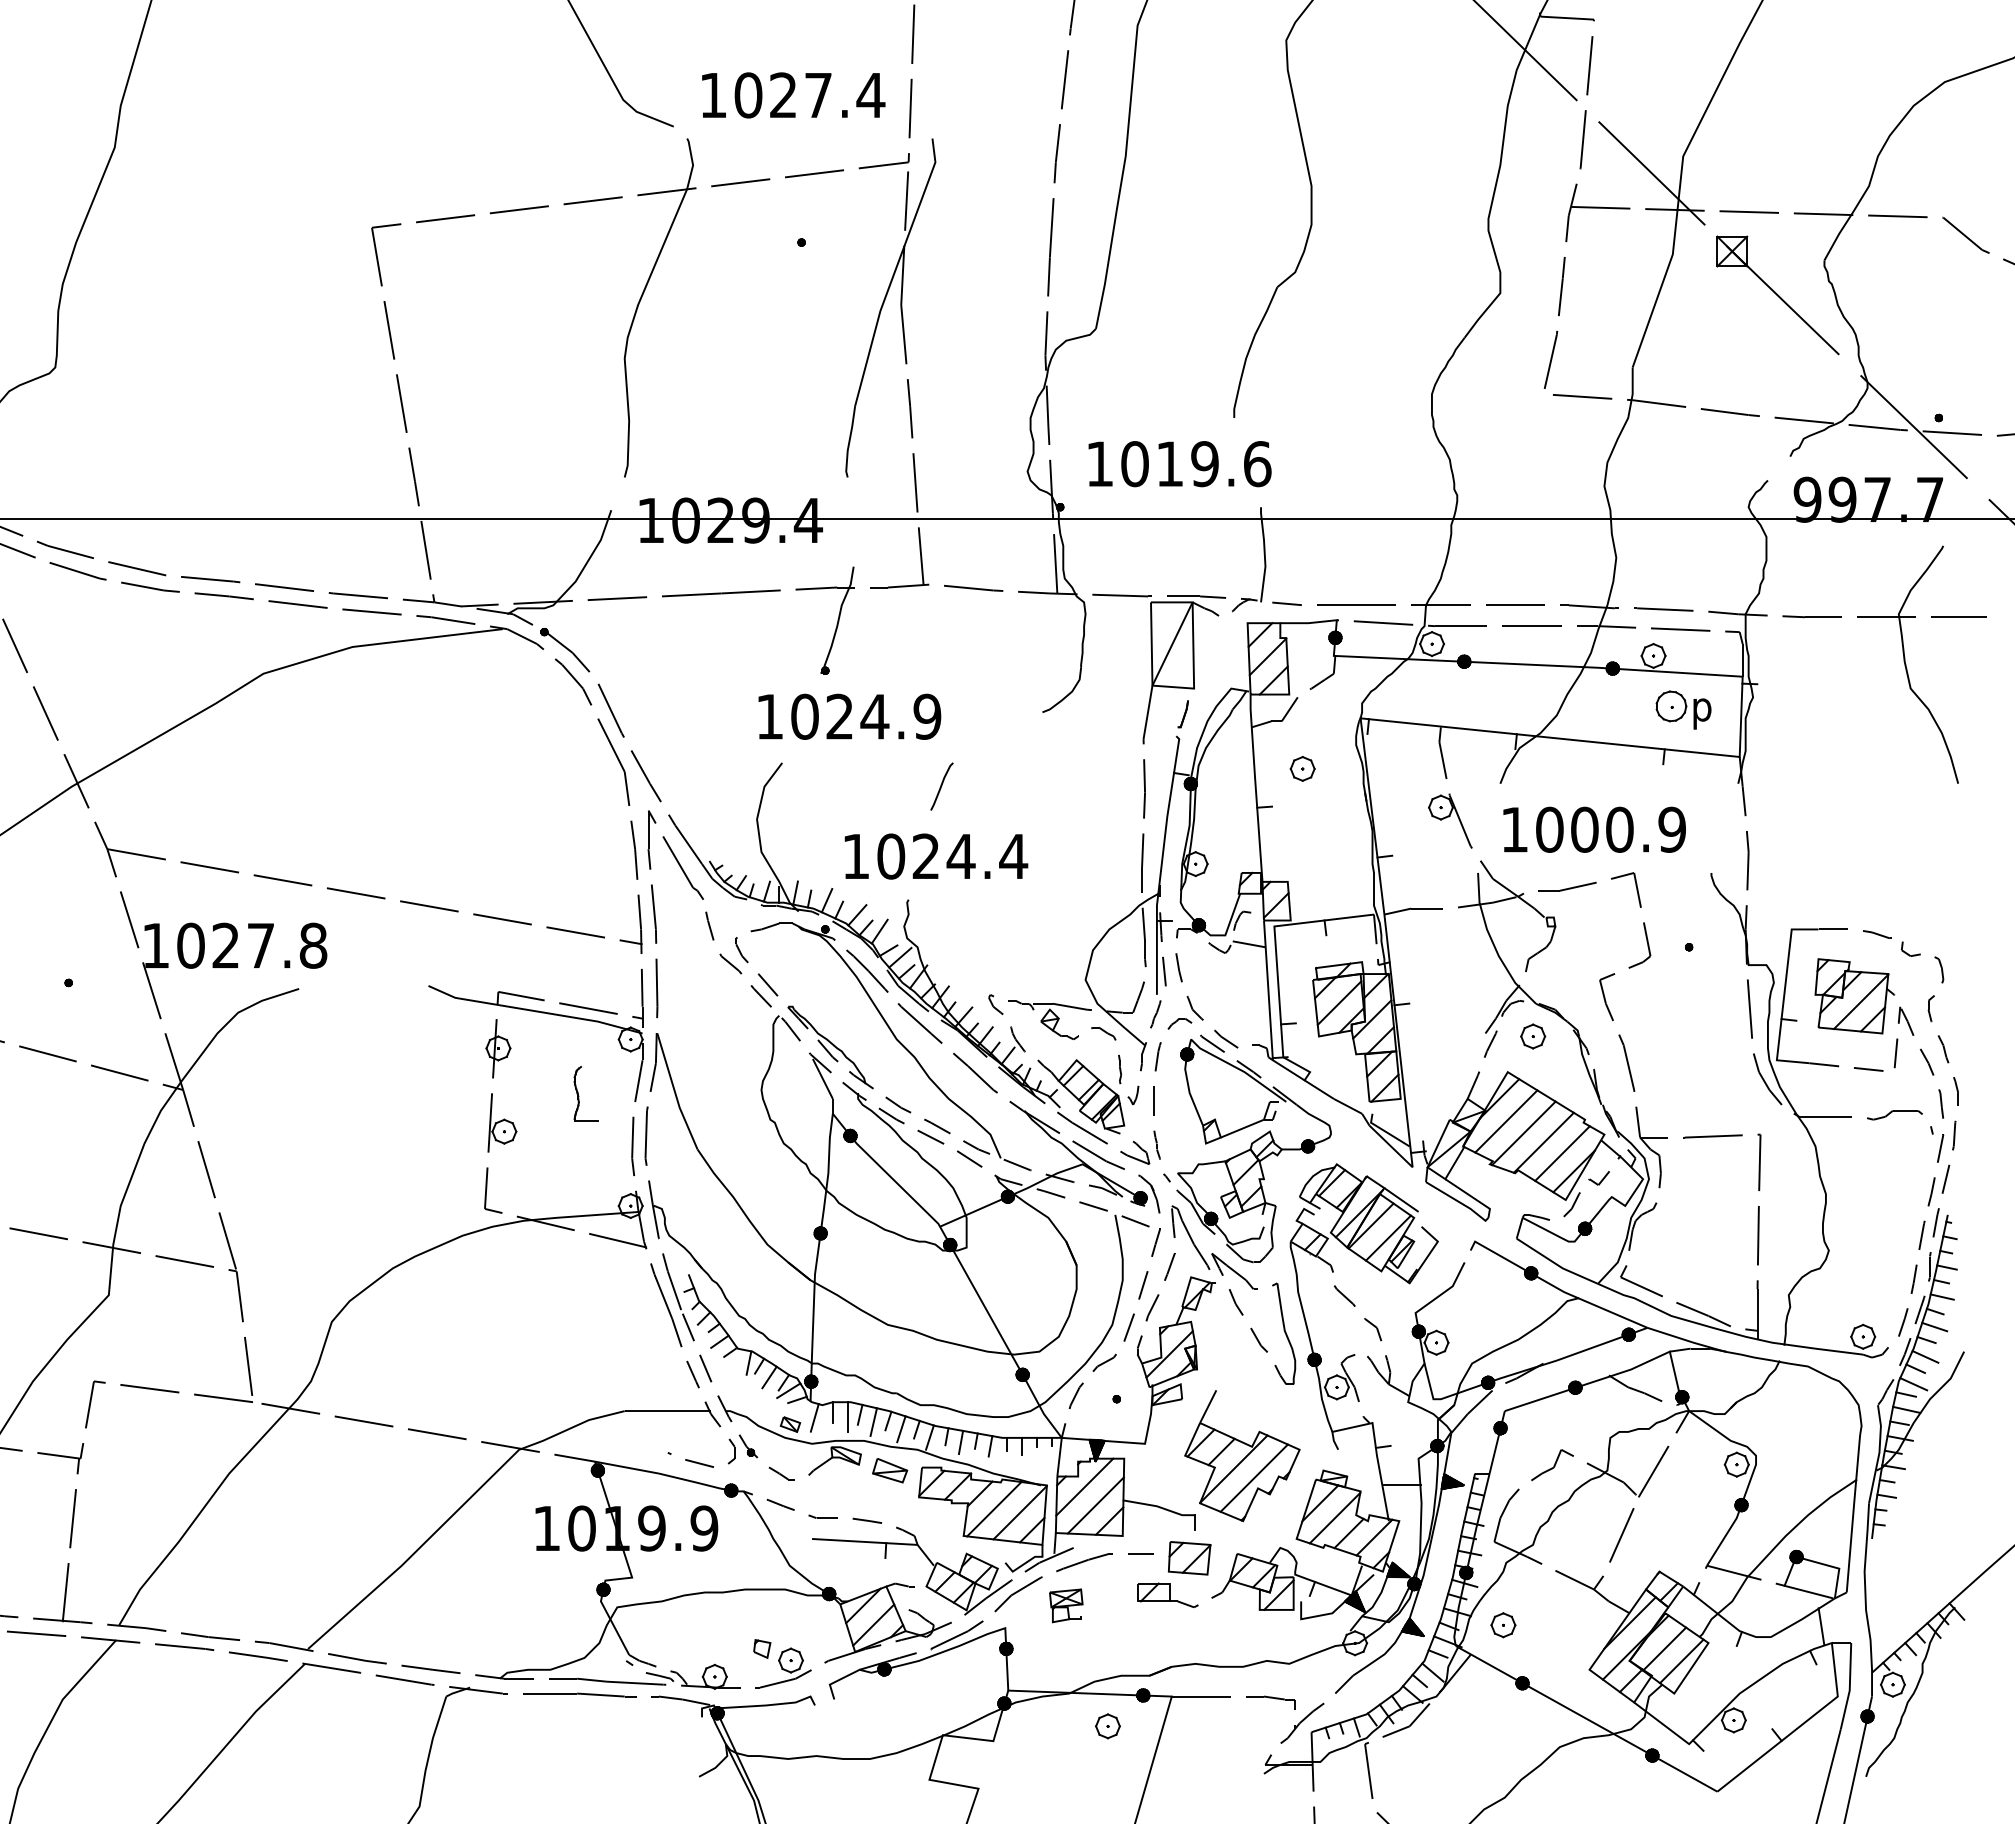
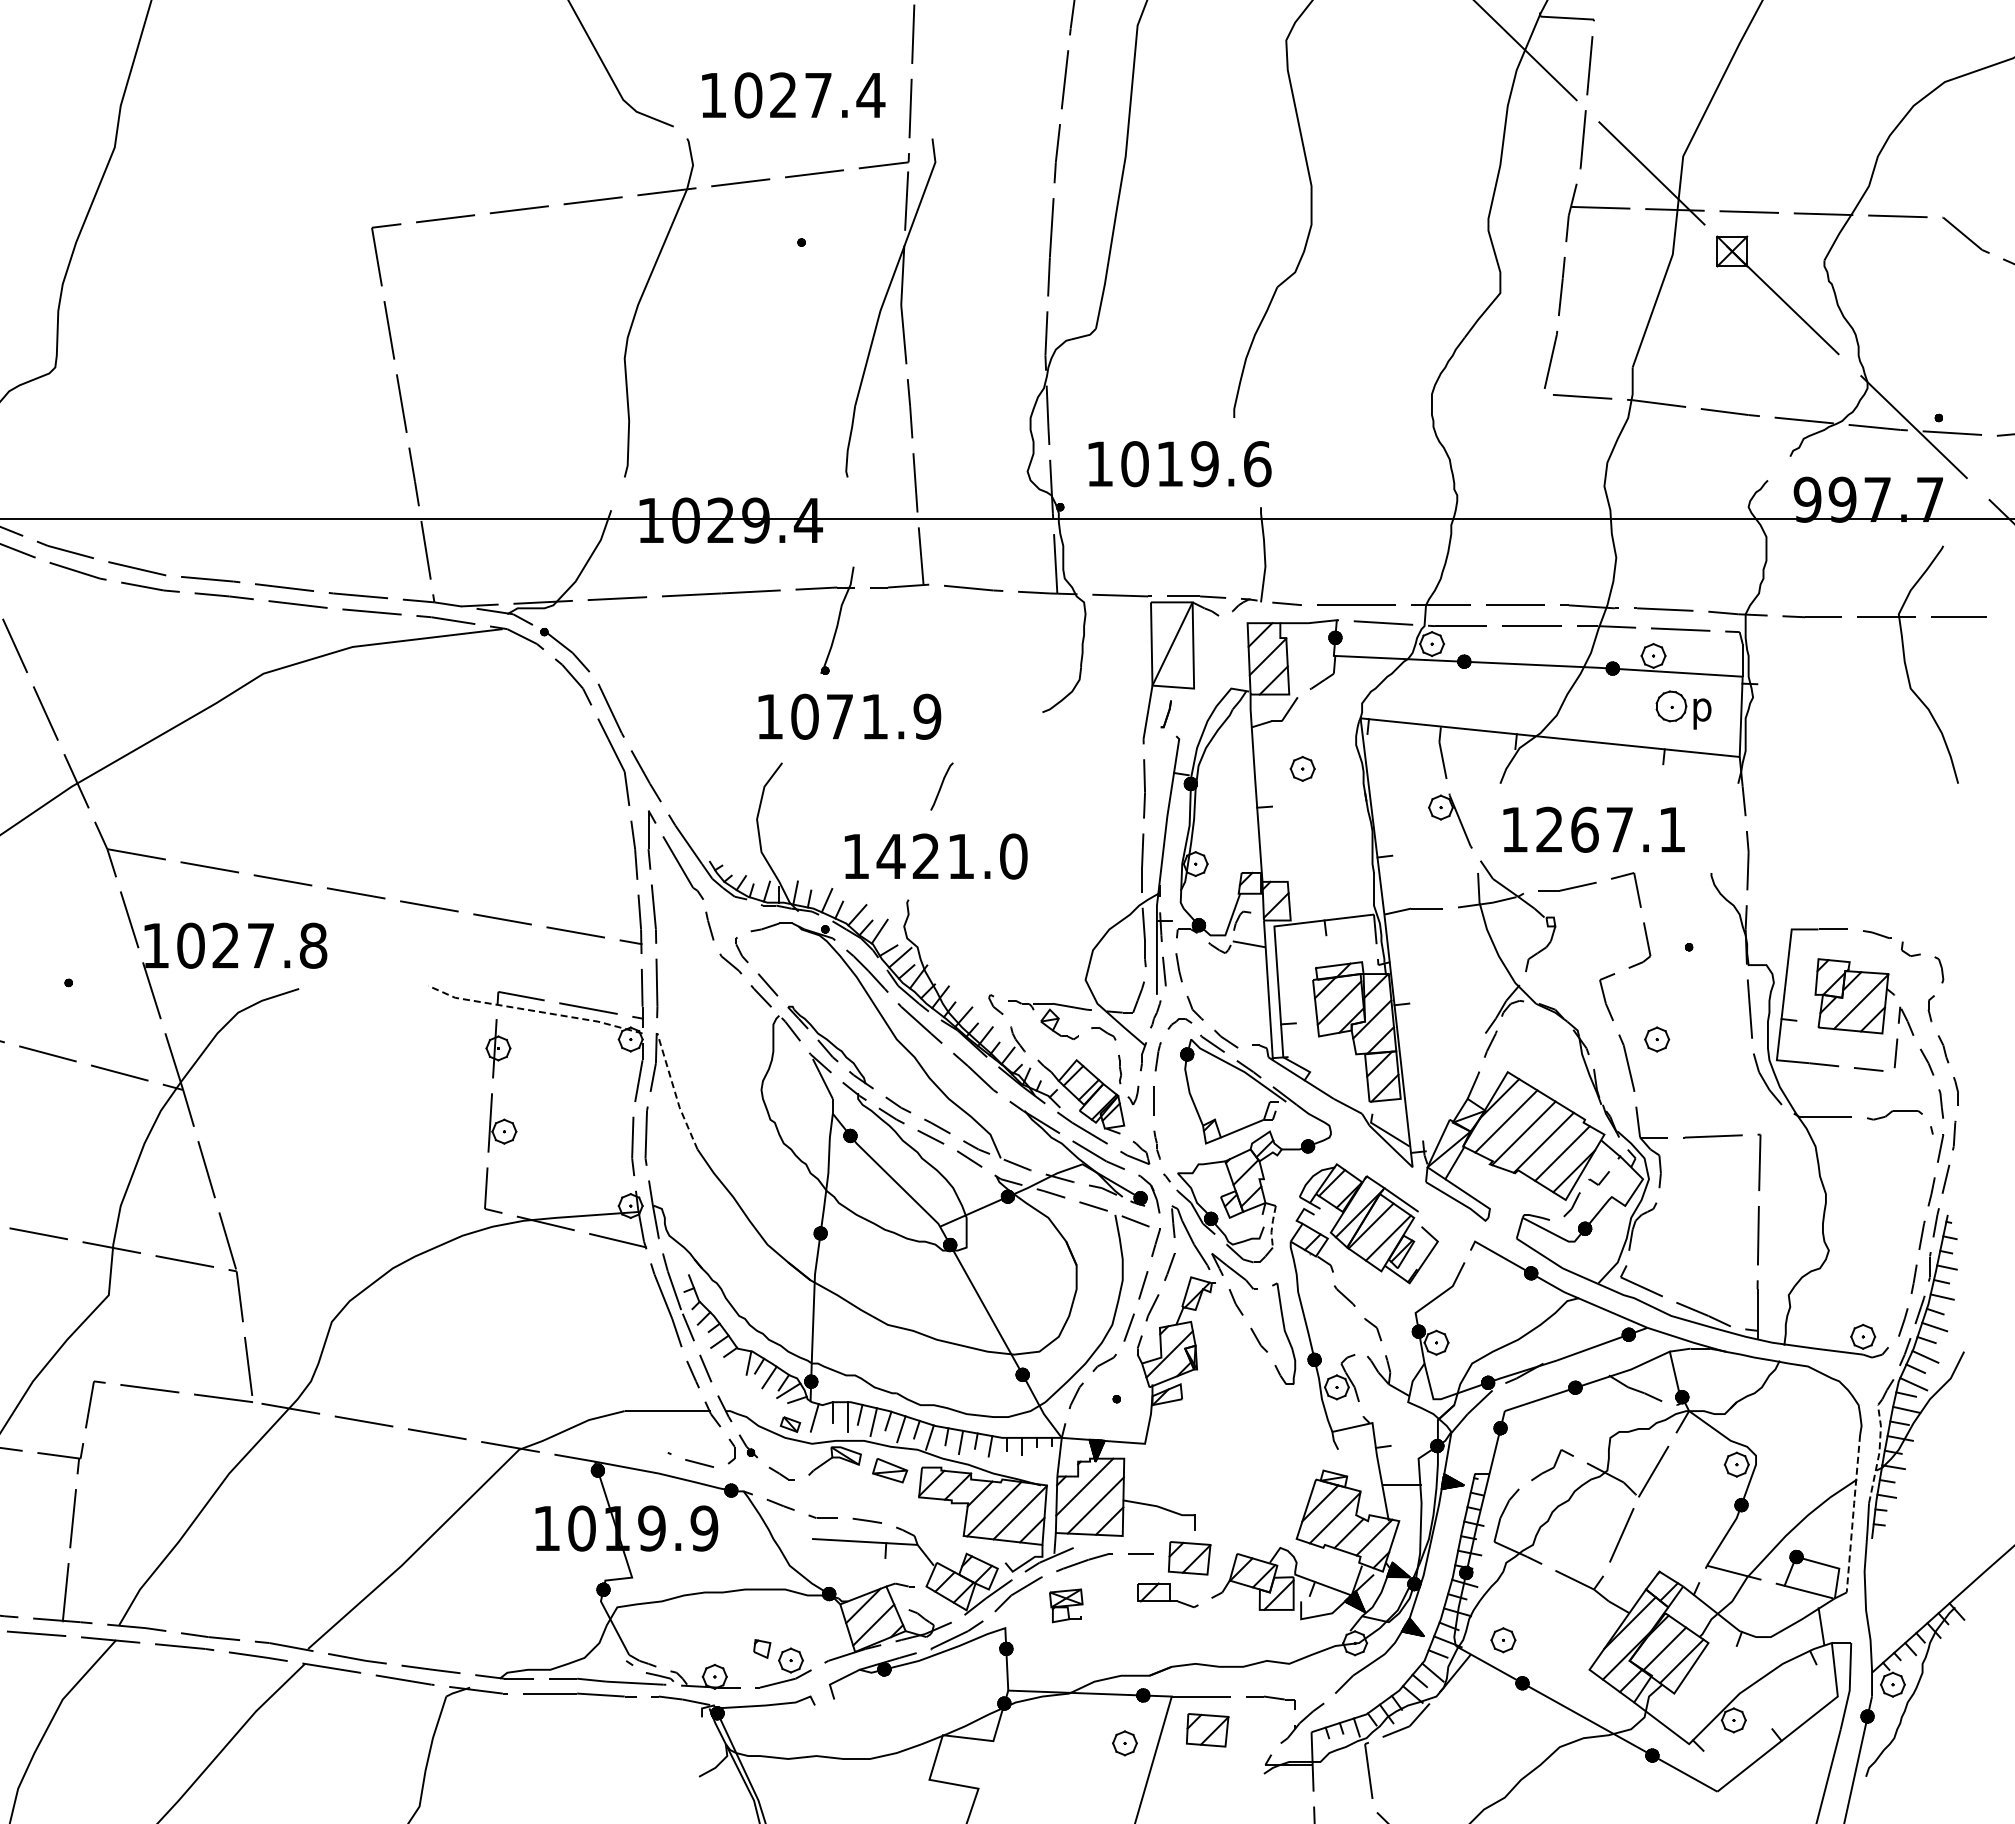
part at (1182, 714) position: (1182, 714) -> (1165, 714)
text at (857, 716): 1024.9 -> 1071.9
text at (1610, 829): 1000.9 -> 1267.1
text at (952, 856): 1024.4 -> 1421.0
line at (534, 1011): solid -> dashed
part at (1533, 1036) position: (1533, 1036) -> (1657, 1039)
line at (675, 1092): solid -> dashed
part at (579, 1095): present -> none
line at (1272, 1226): solid -> dashed
line at (1879, 1452): solid -> dashed
part at (1242, 1456): present -> none
line at (1853, 1513): solid -> dashed
part at (1503, 1625) position: (1503, 1625) -> (1503, 1640)
part at (1107, 1726) position: (1107, 1726) -> (1124, 1743)
part at (1207, 1730): none -> present
